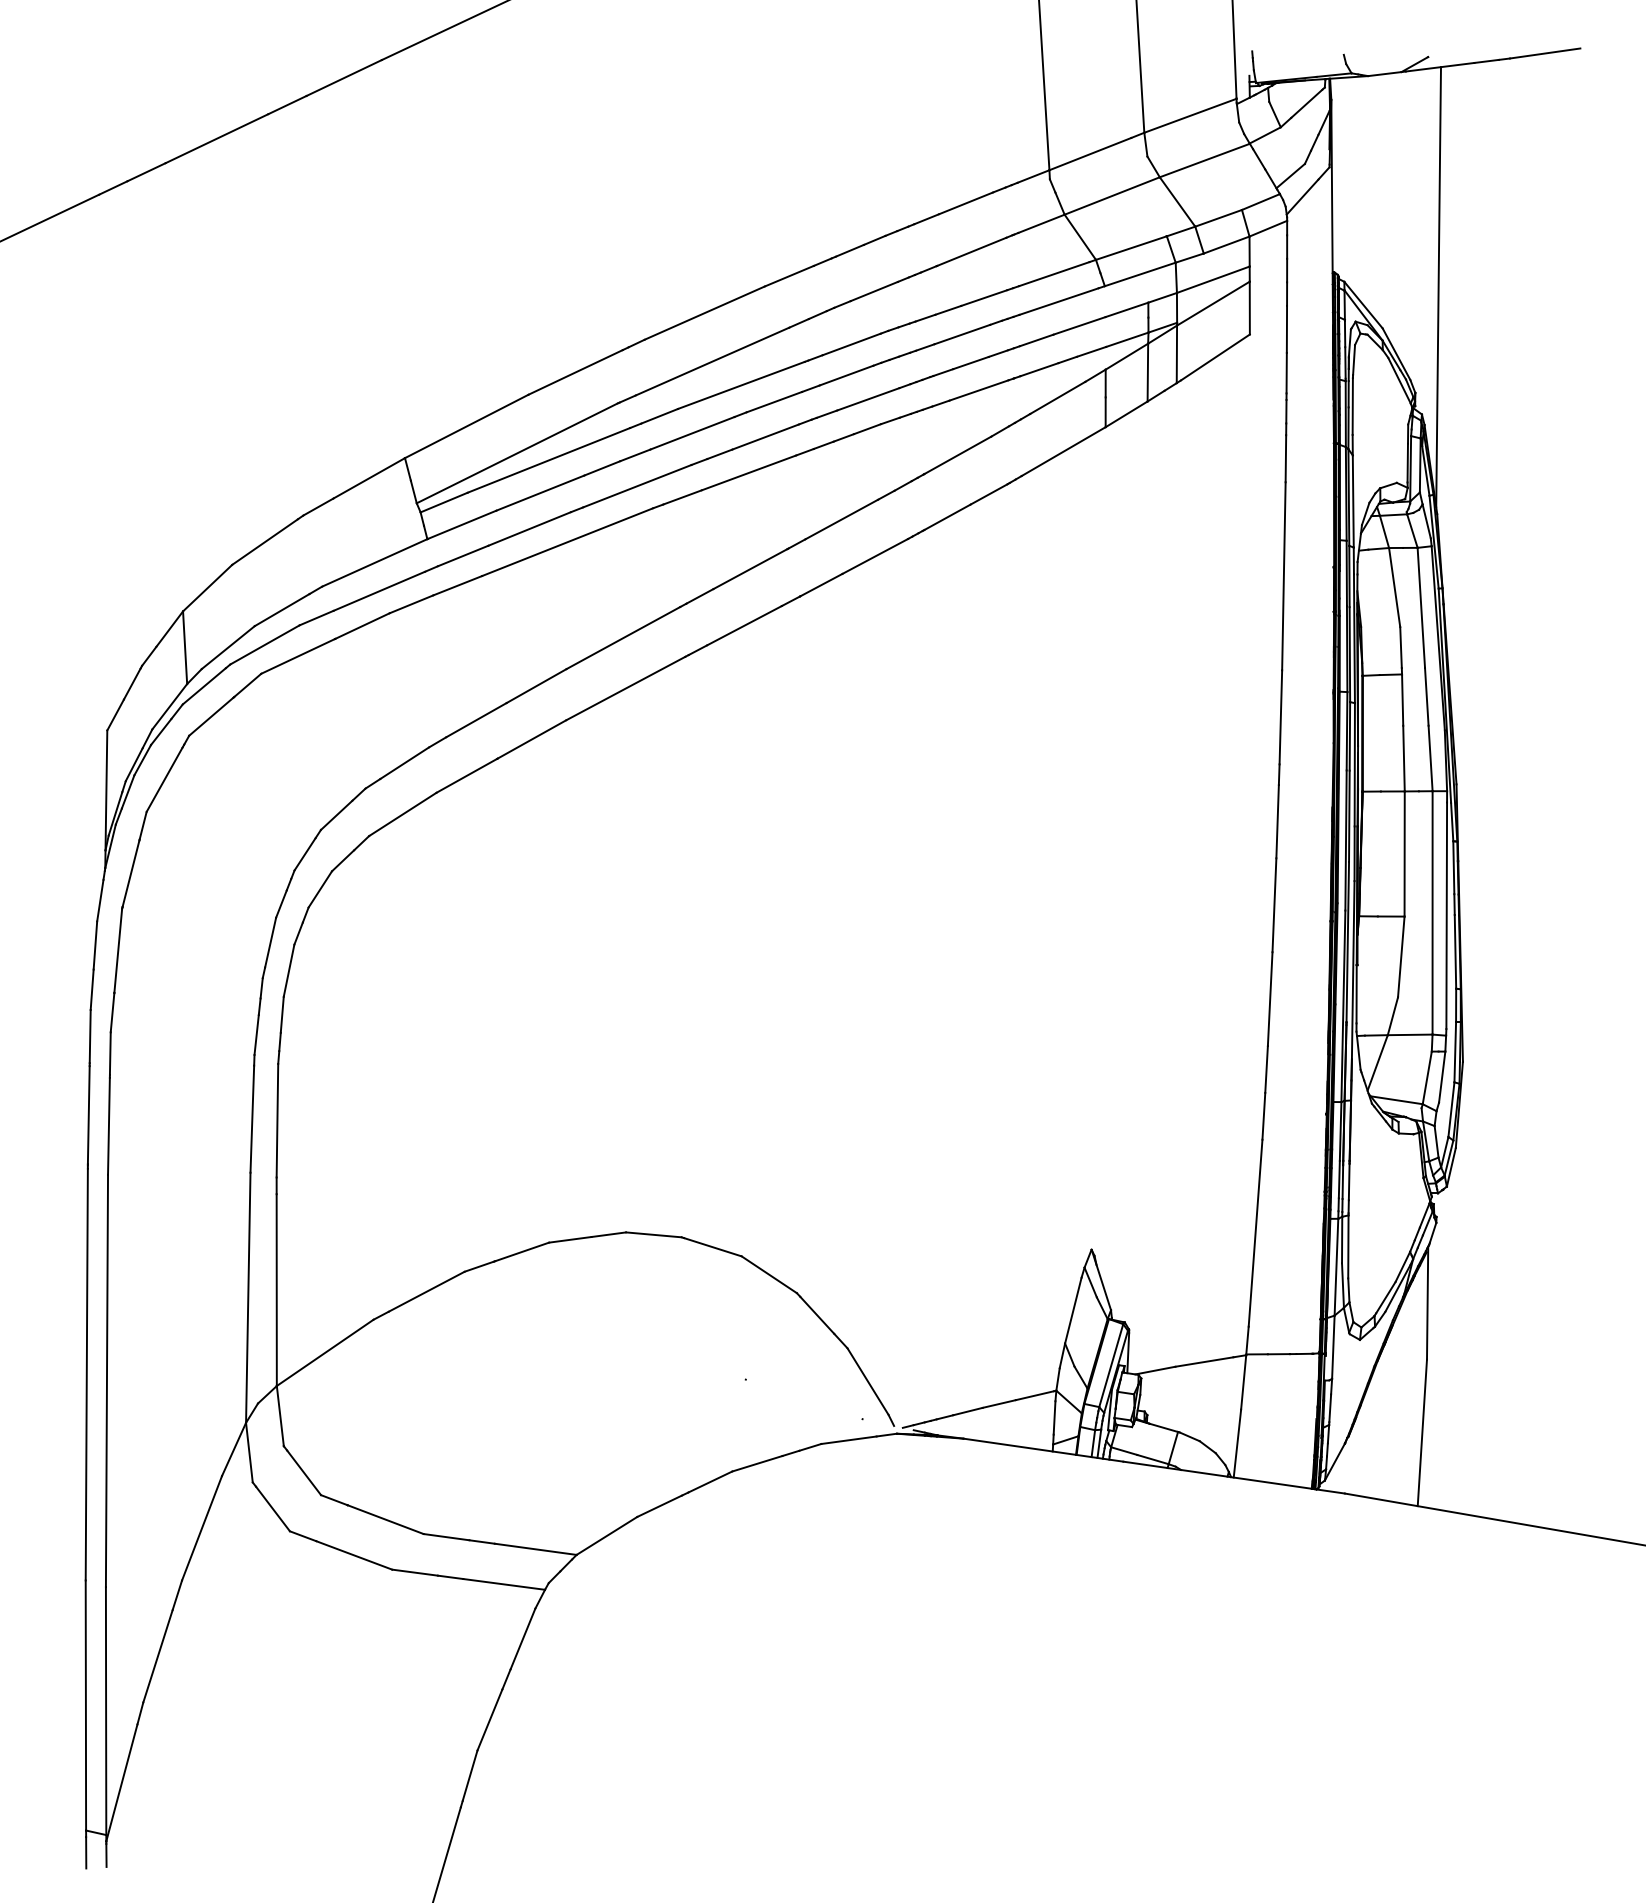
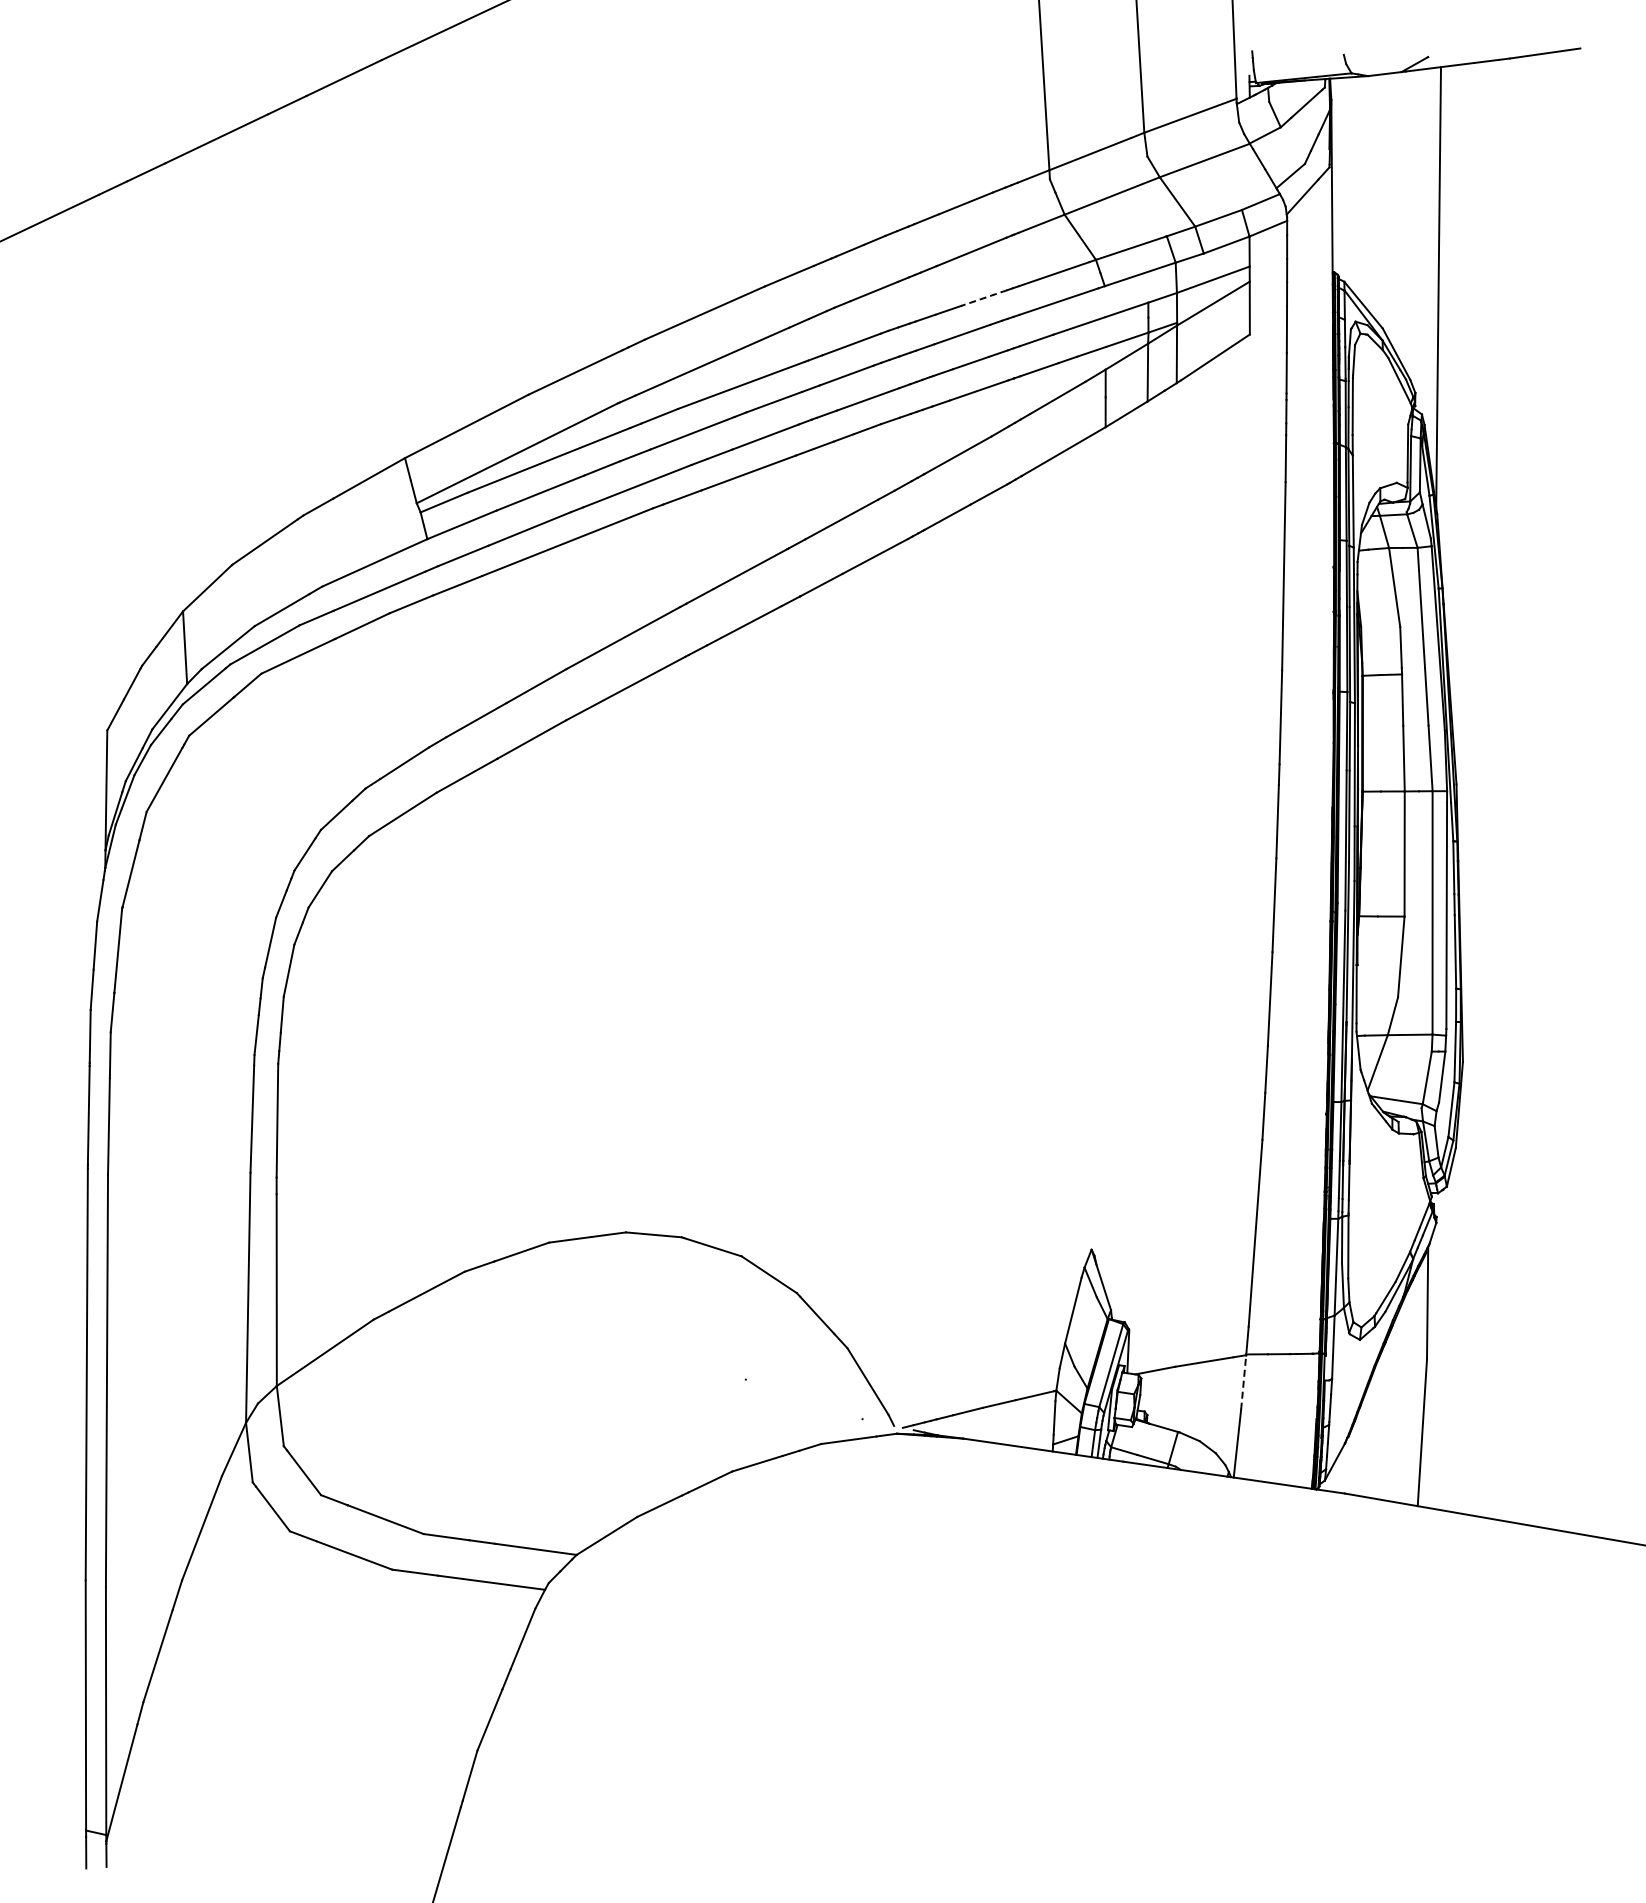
line at (983, 298): solid -> dashed
line at (1243, 1382): solid -> dashed
